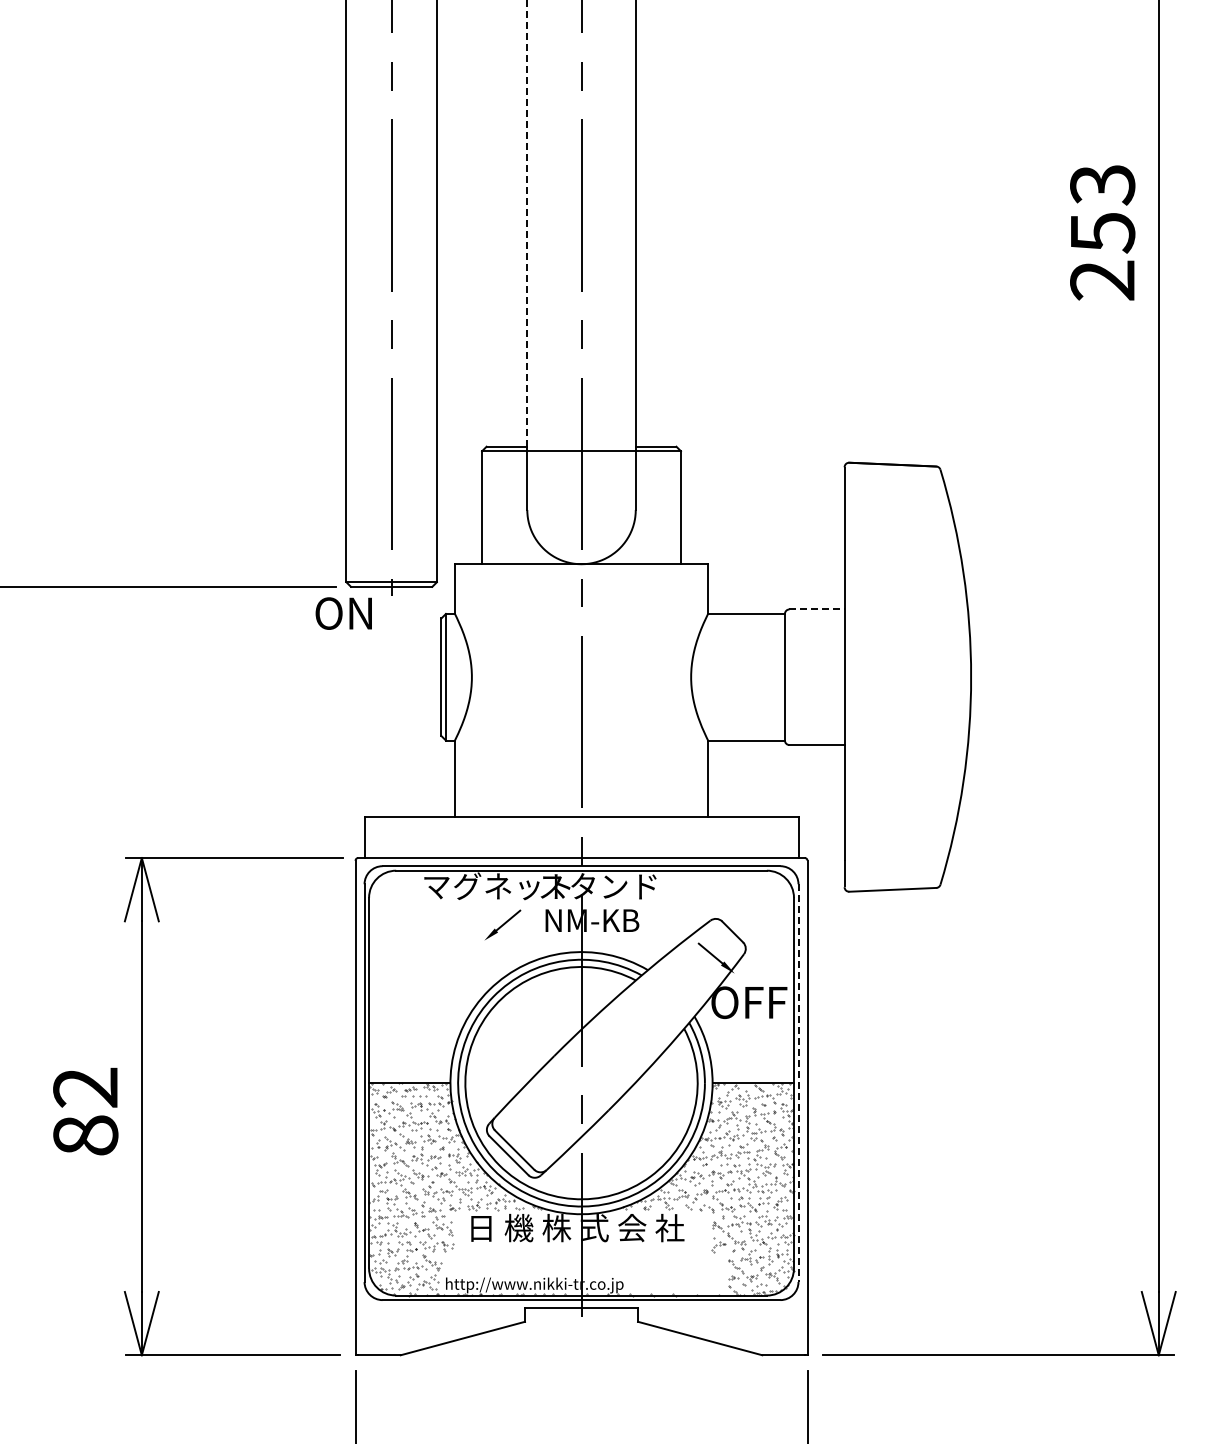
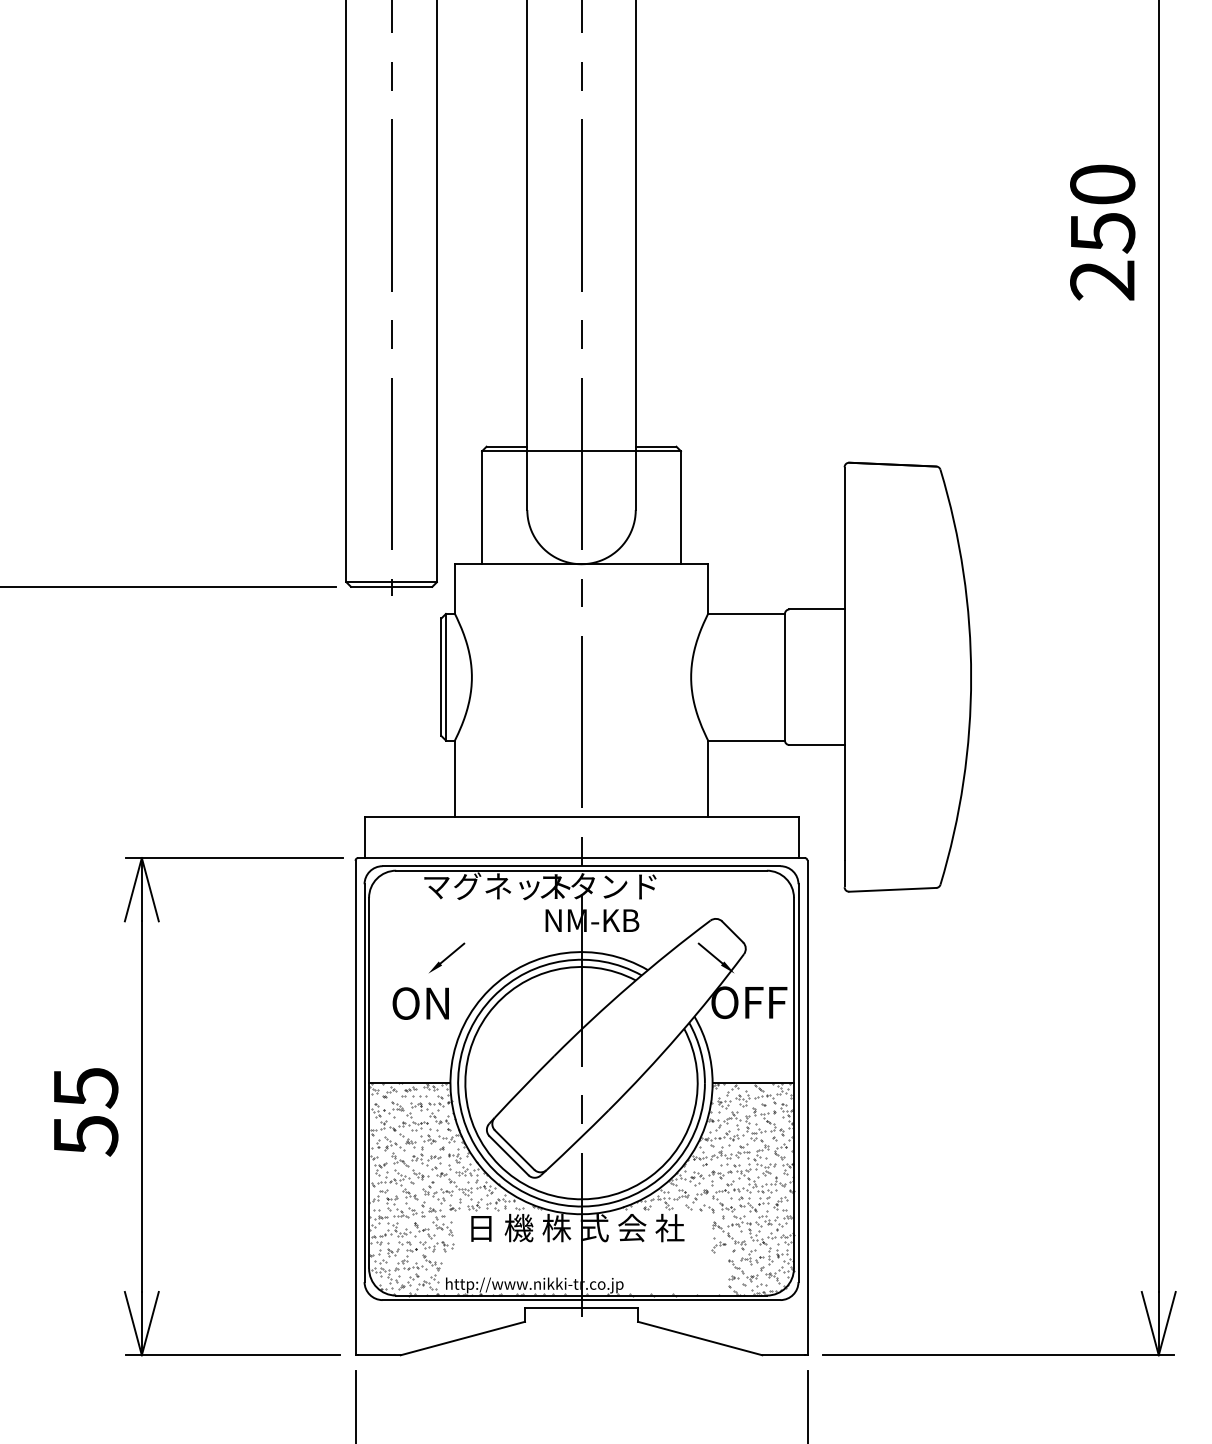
text at (1102, 184): 253 -> 250
line at (527, 223): dashed -> solid
line at (817, 609): dashed -> solid
text at (343, 613) position: (343, 613) -> (420, 1003)
part at (502, 924) position: (502, 924) -> (446, 957)
line at (798, 1083): dashed -> solid
text at (85, 1111): 82 -> 55
